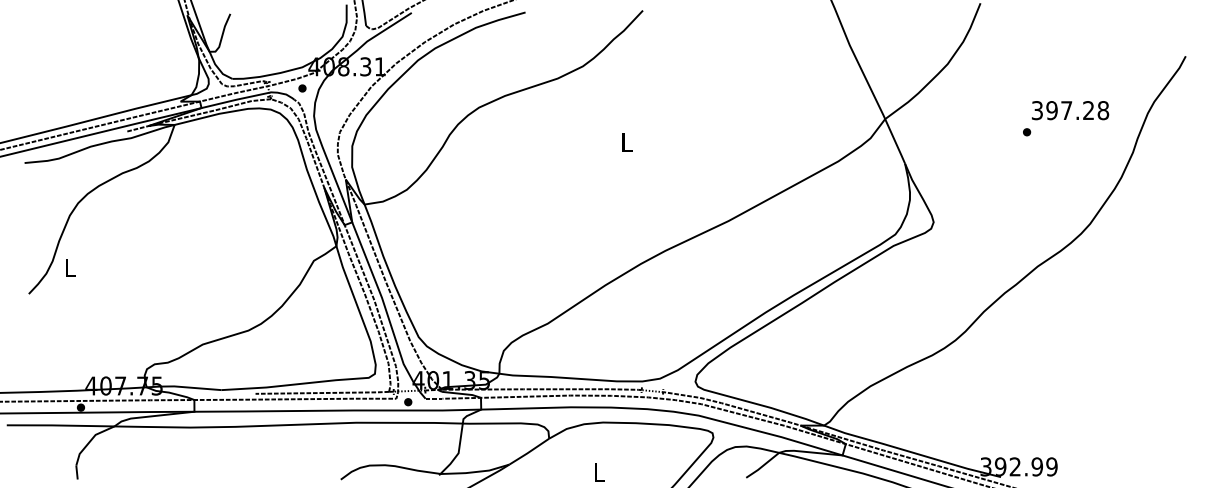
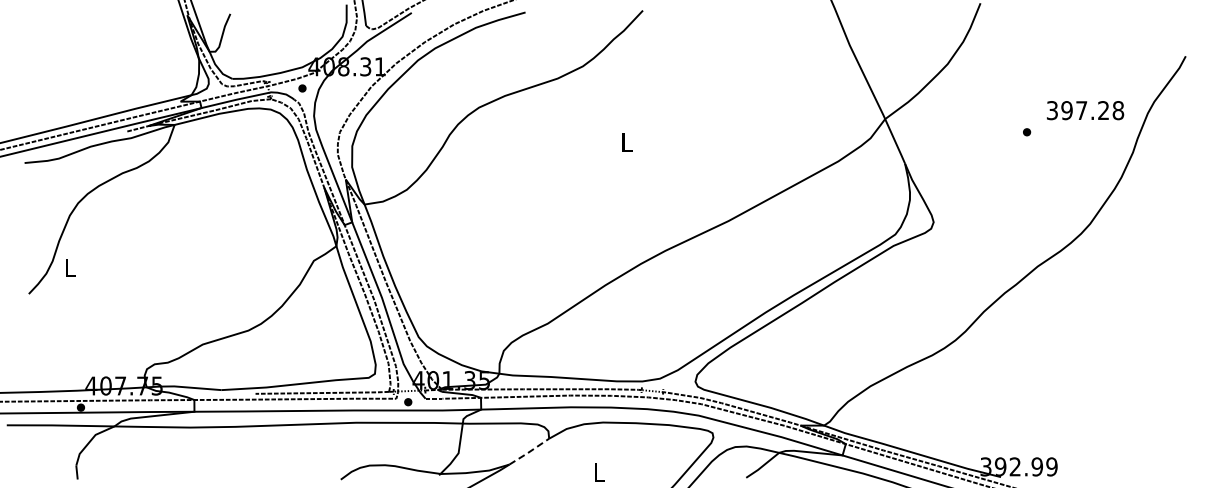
text at (1070, 110) position: (1070, 110) -> (1085, 110)
line at (528, 452): solid -> dashed
